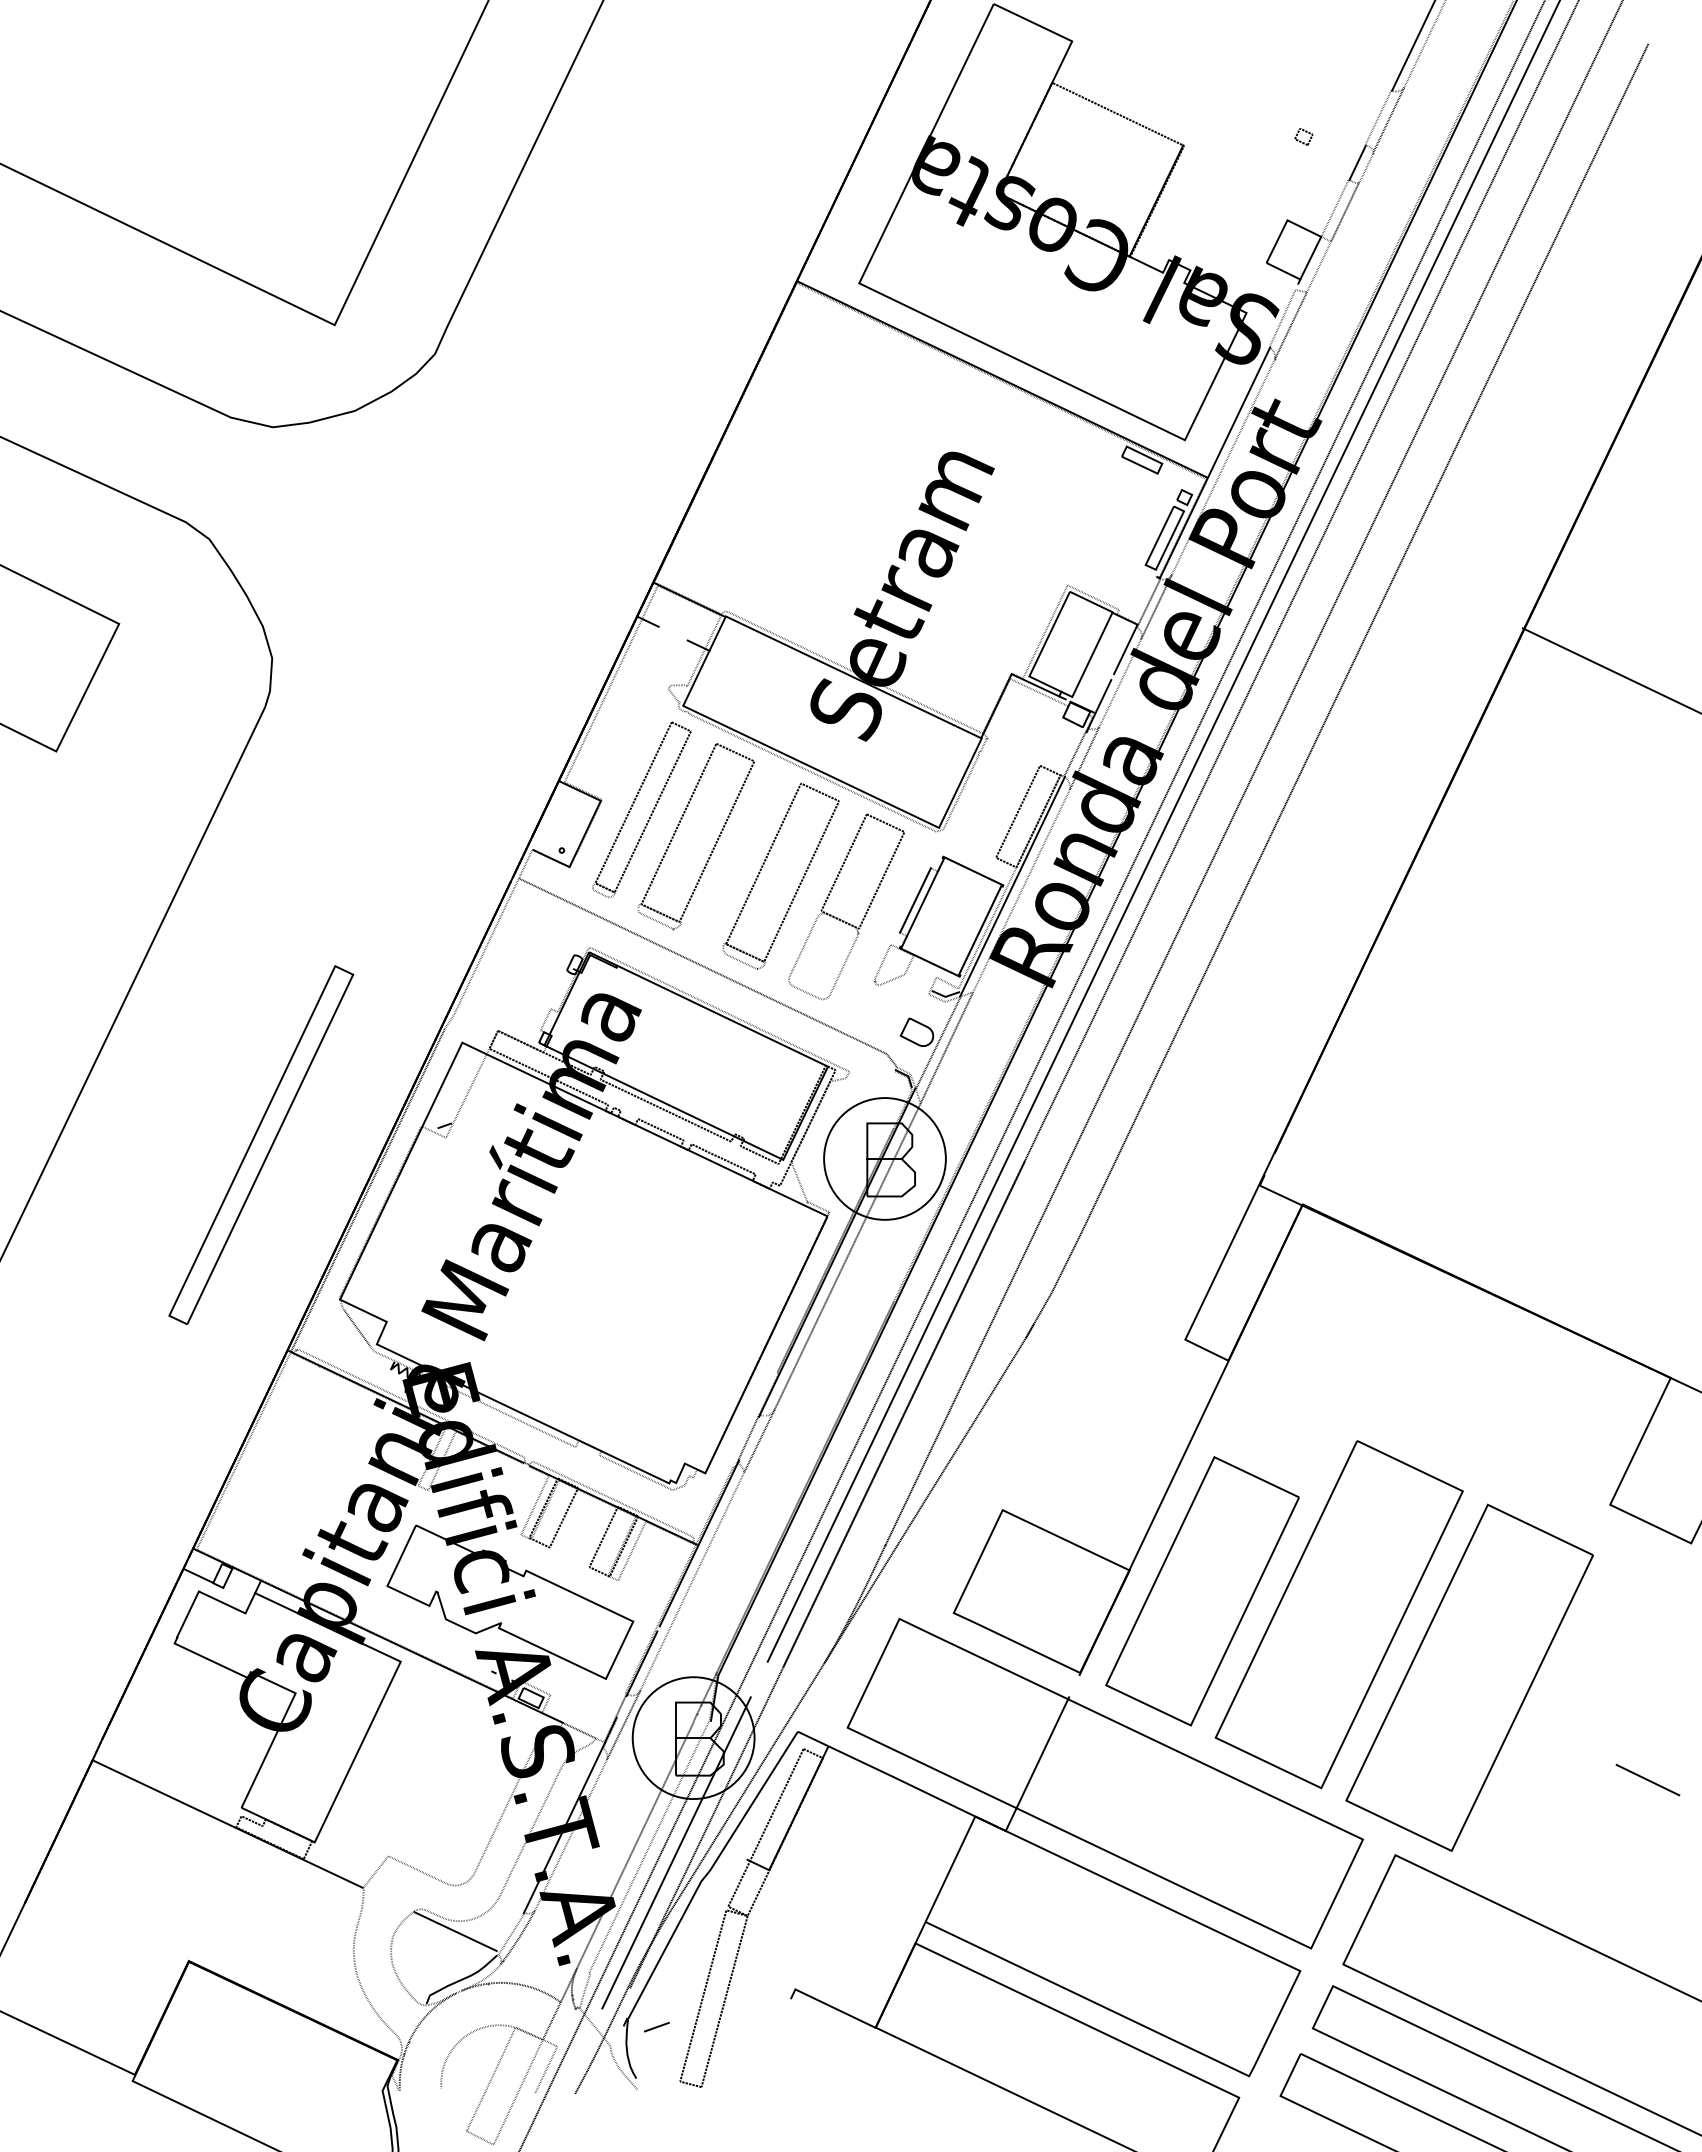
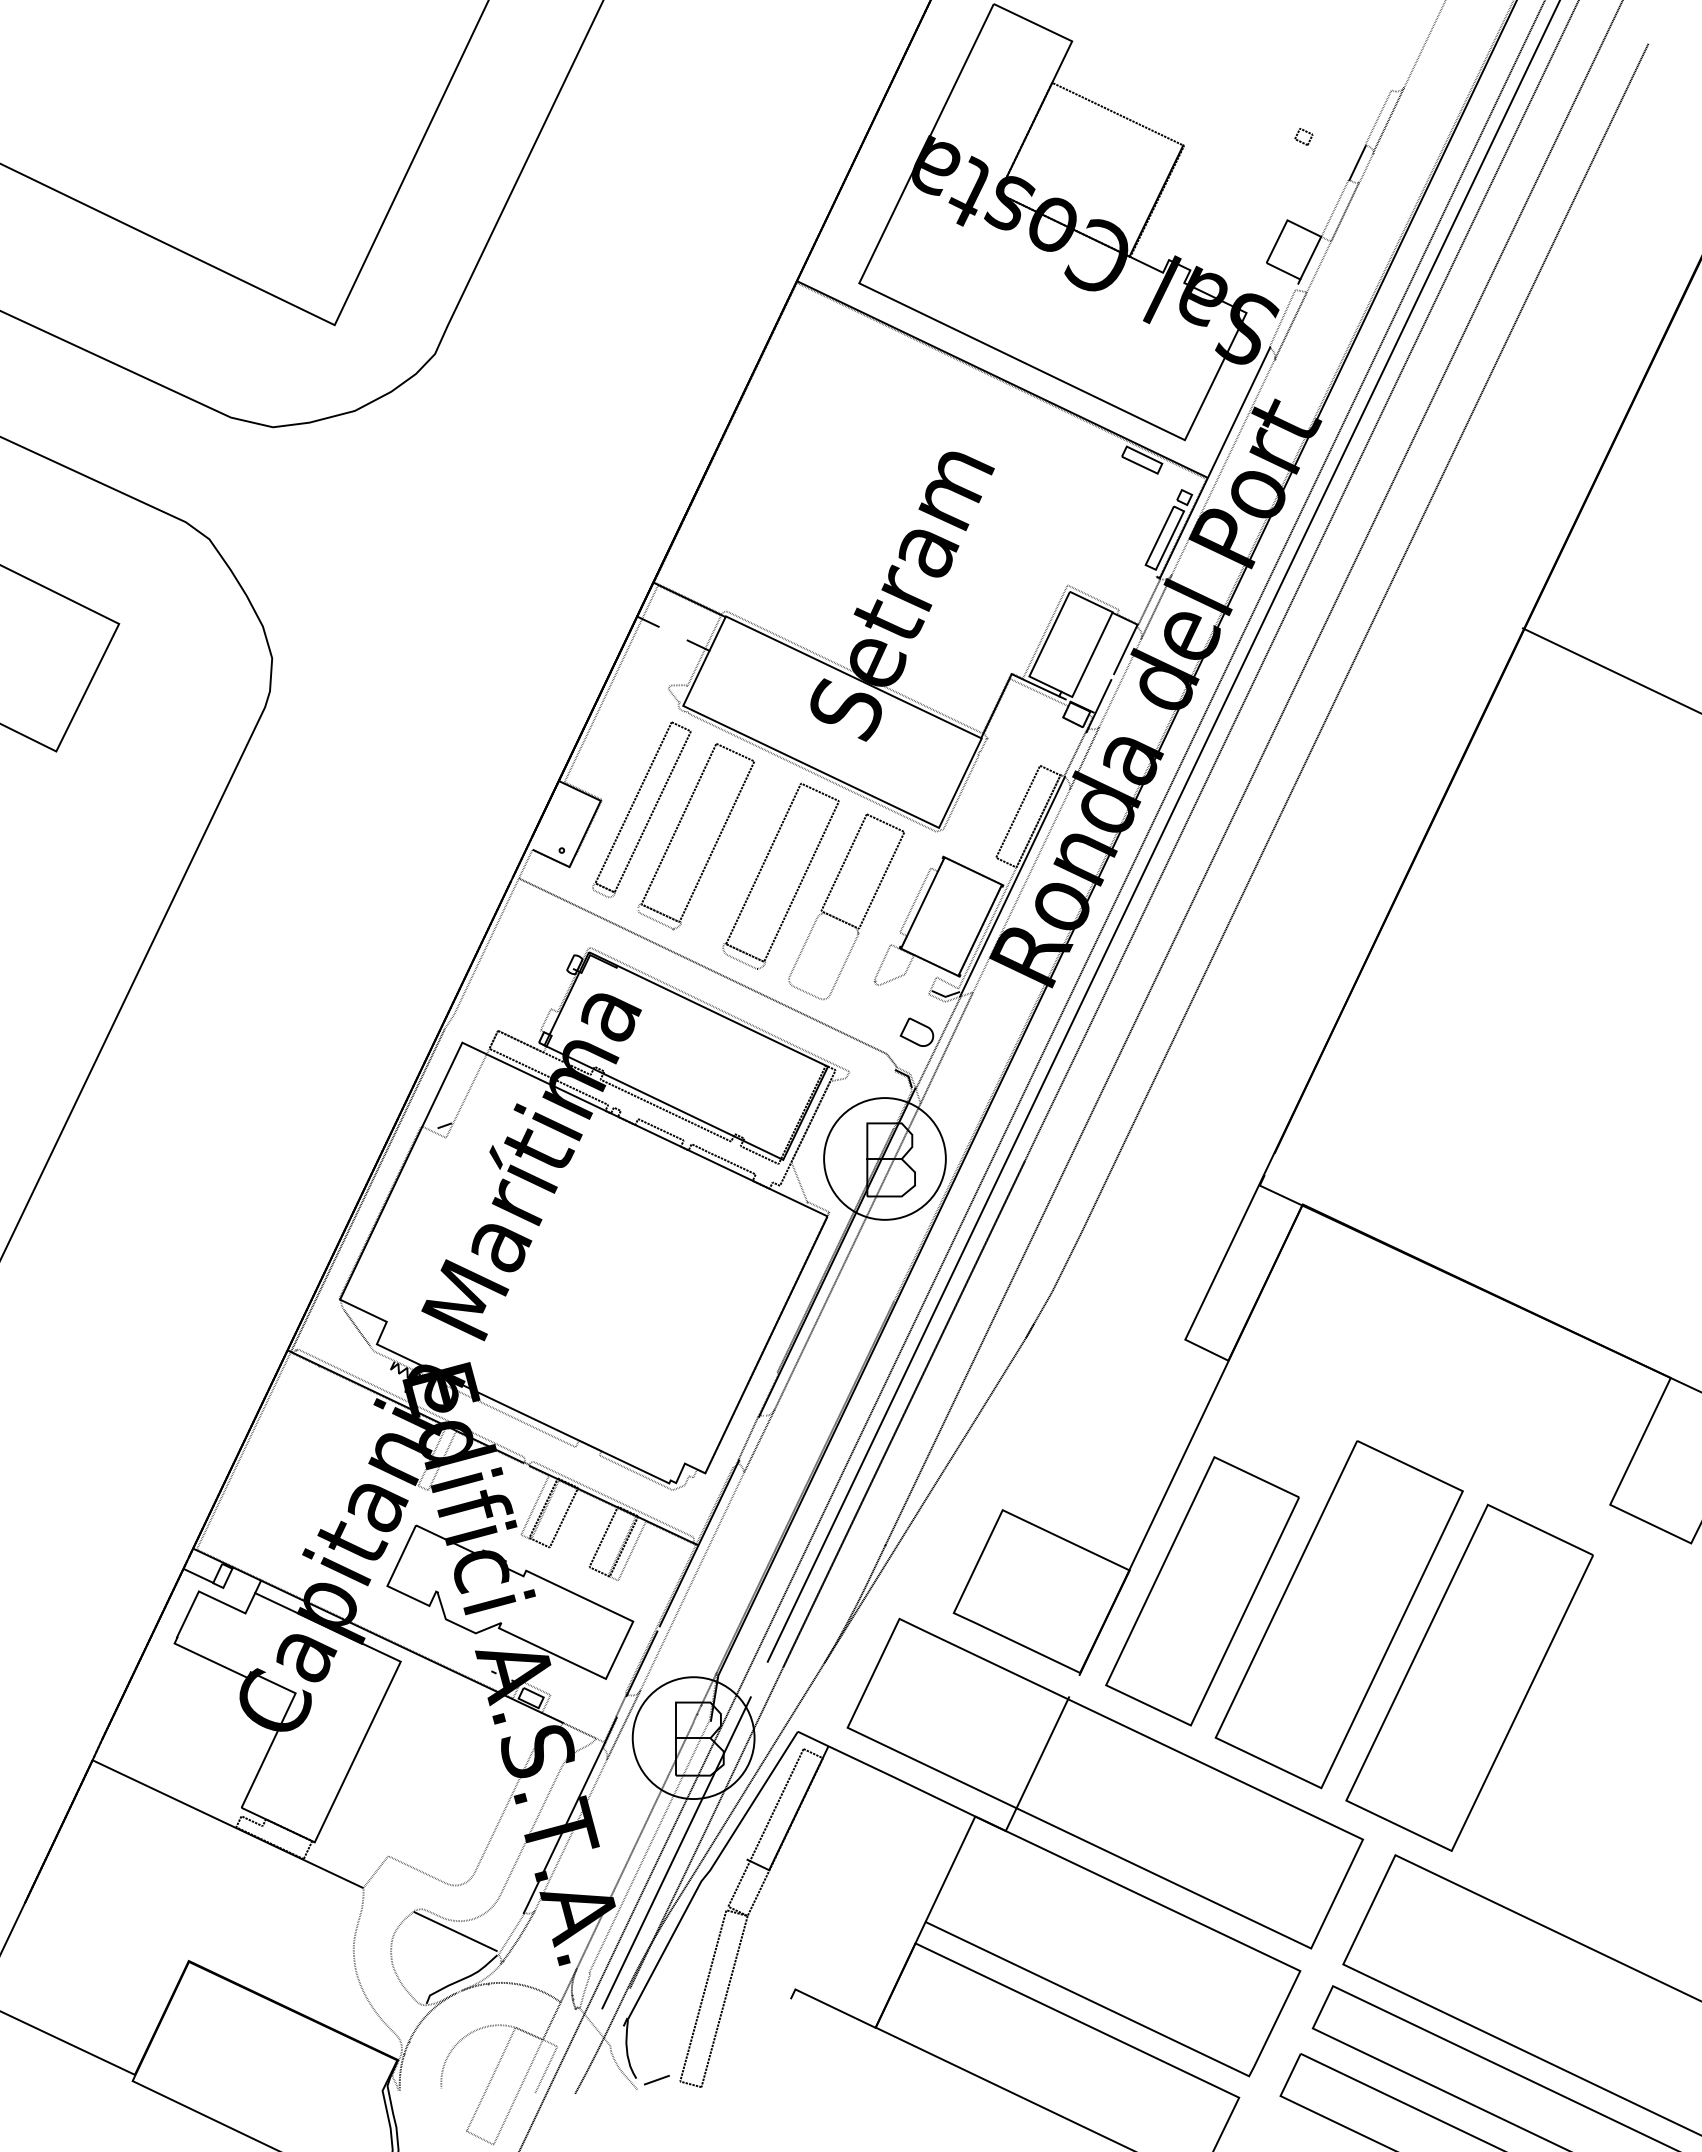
line at (1413, 46): present -> none
line at (915, 900): present -> none
part at (261, 1144): present -> none
line at (1647, 1779): present -> none
line at (656, 2026) position: (656, 2026) -> (656, 2079)
